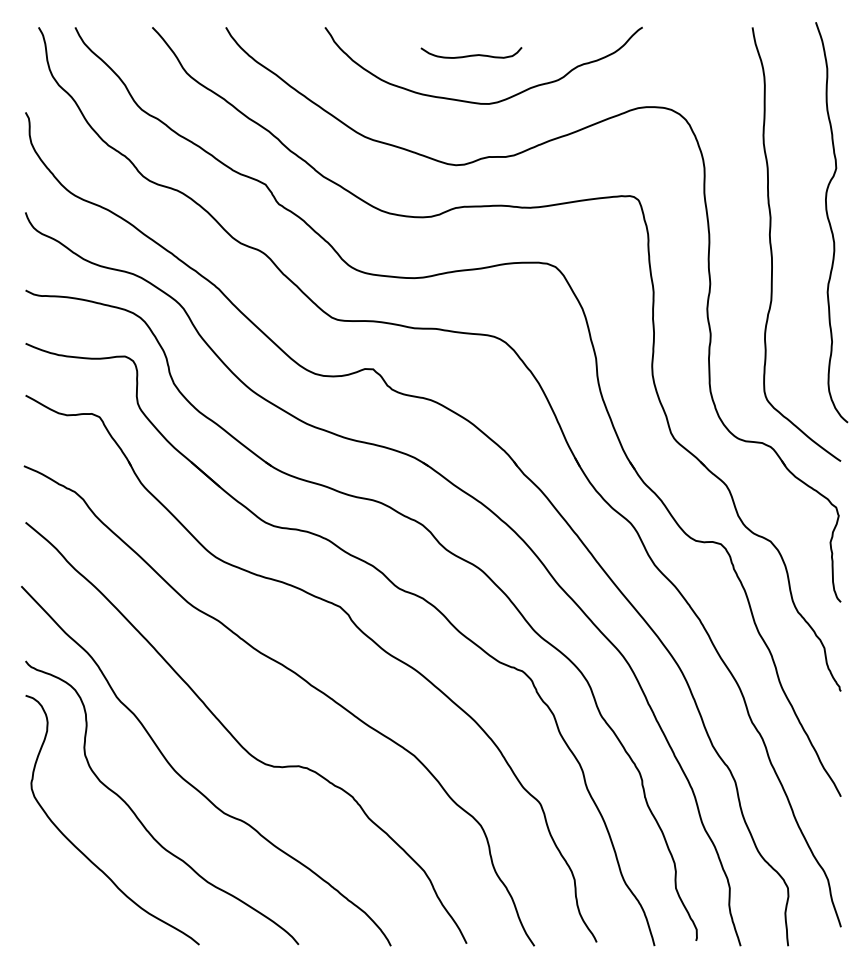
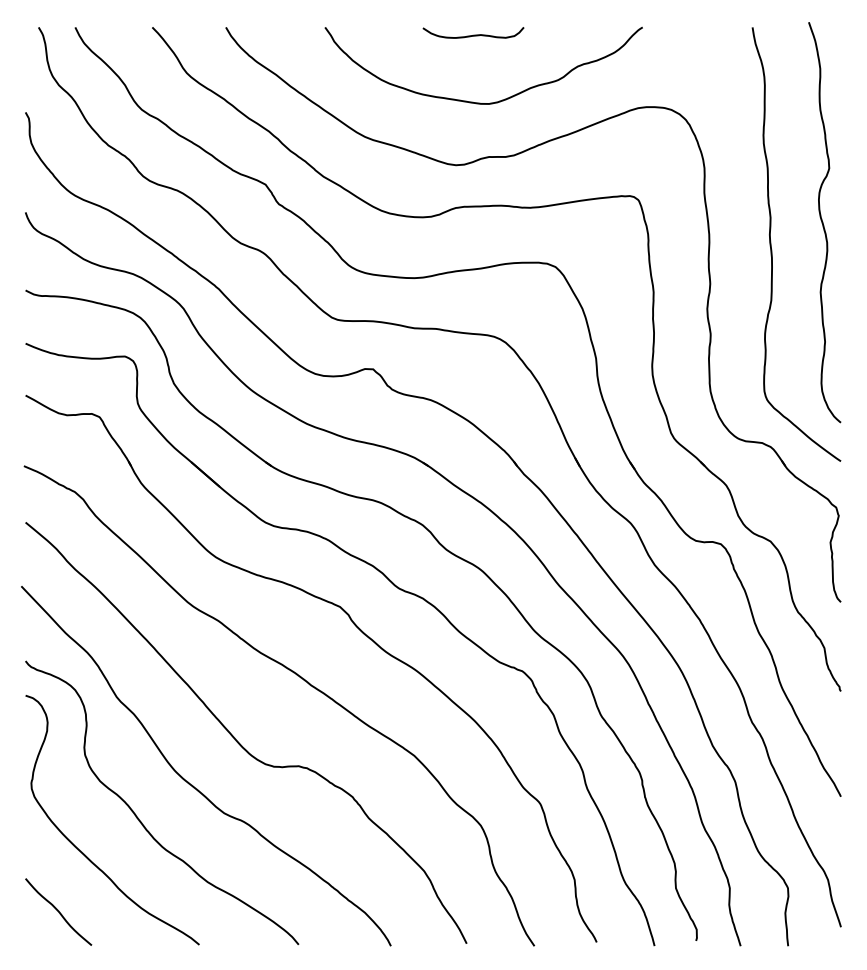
curve at (471, 54) position: (471, 54) -> (473, 34)
curve at (830, 222) position: (830, 222) -> (823, 222)
curve at (58, 911): none -> present
